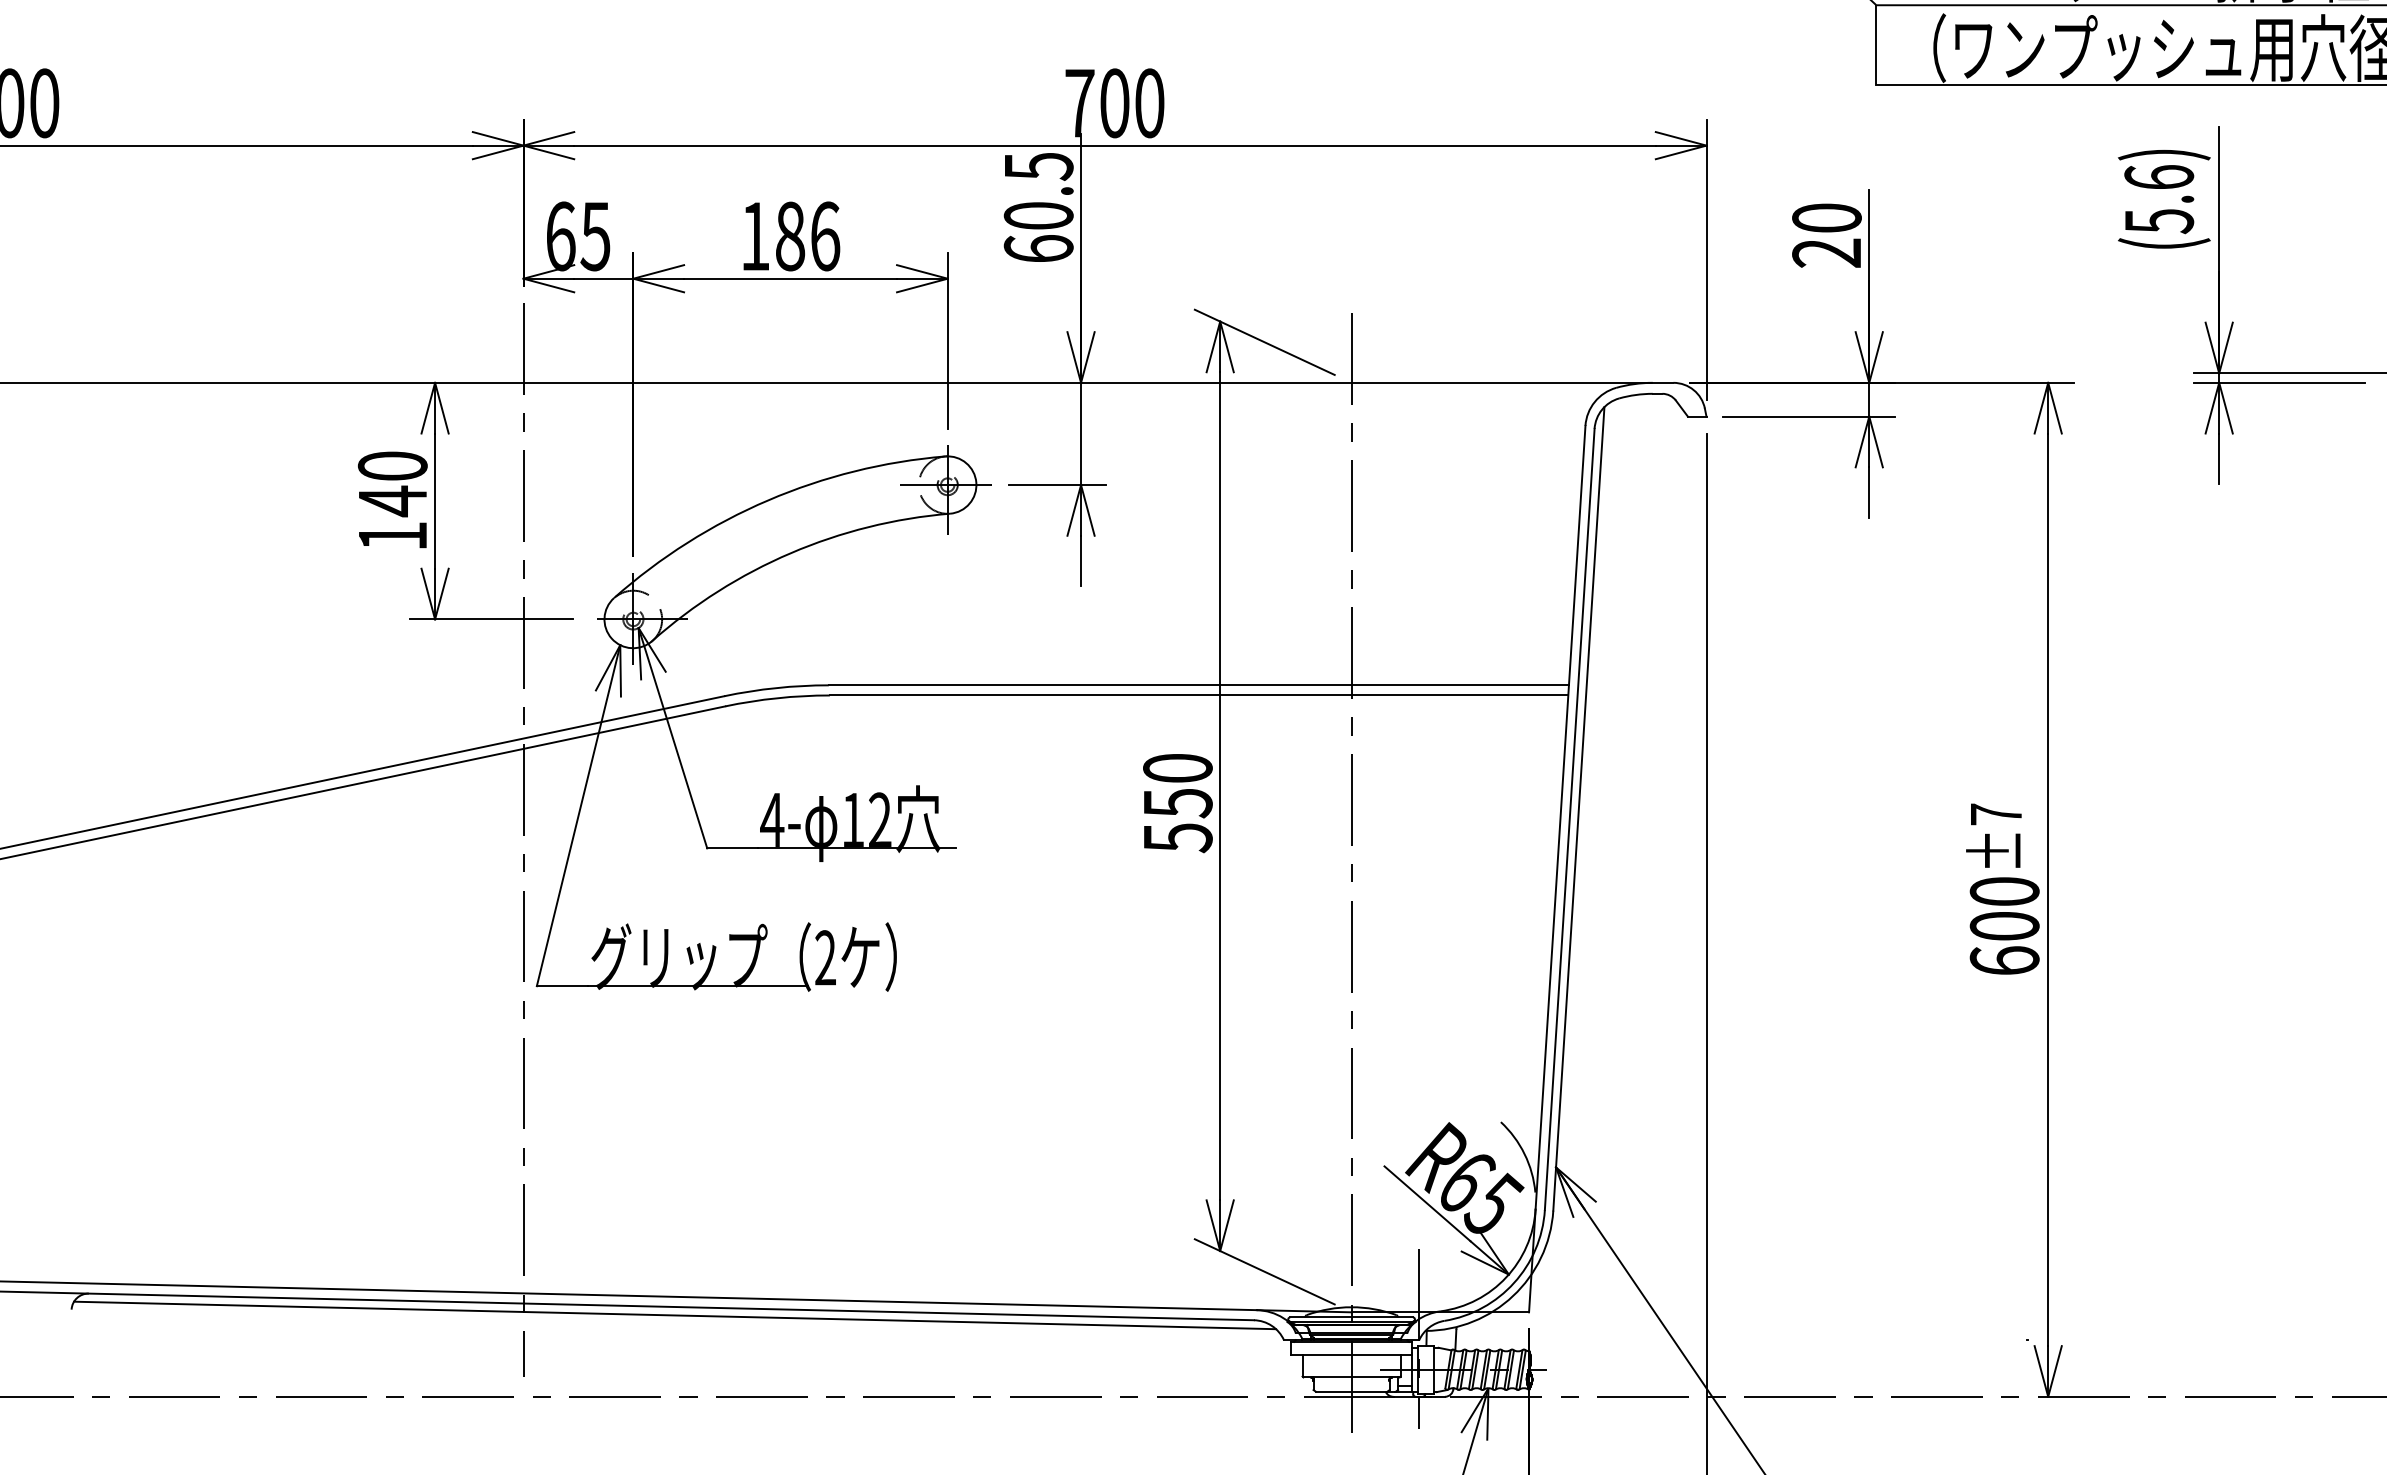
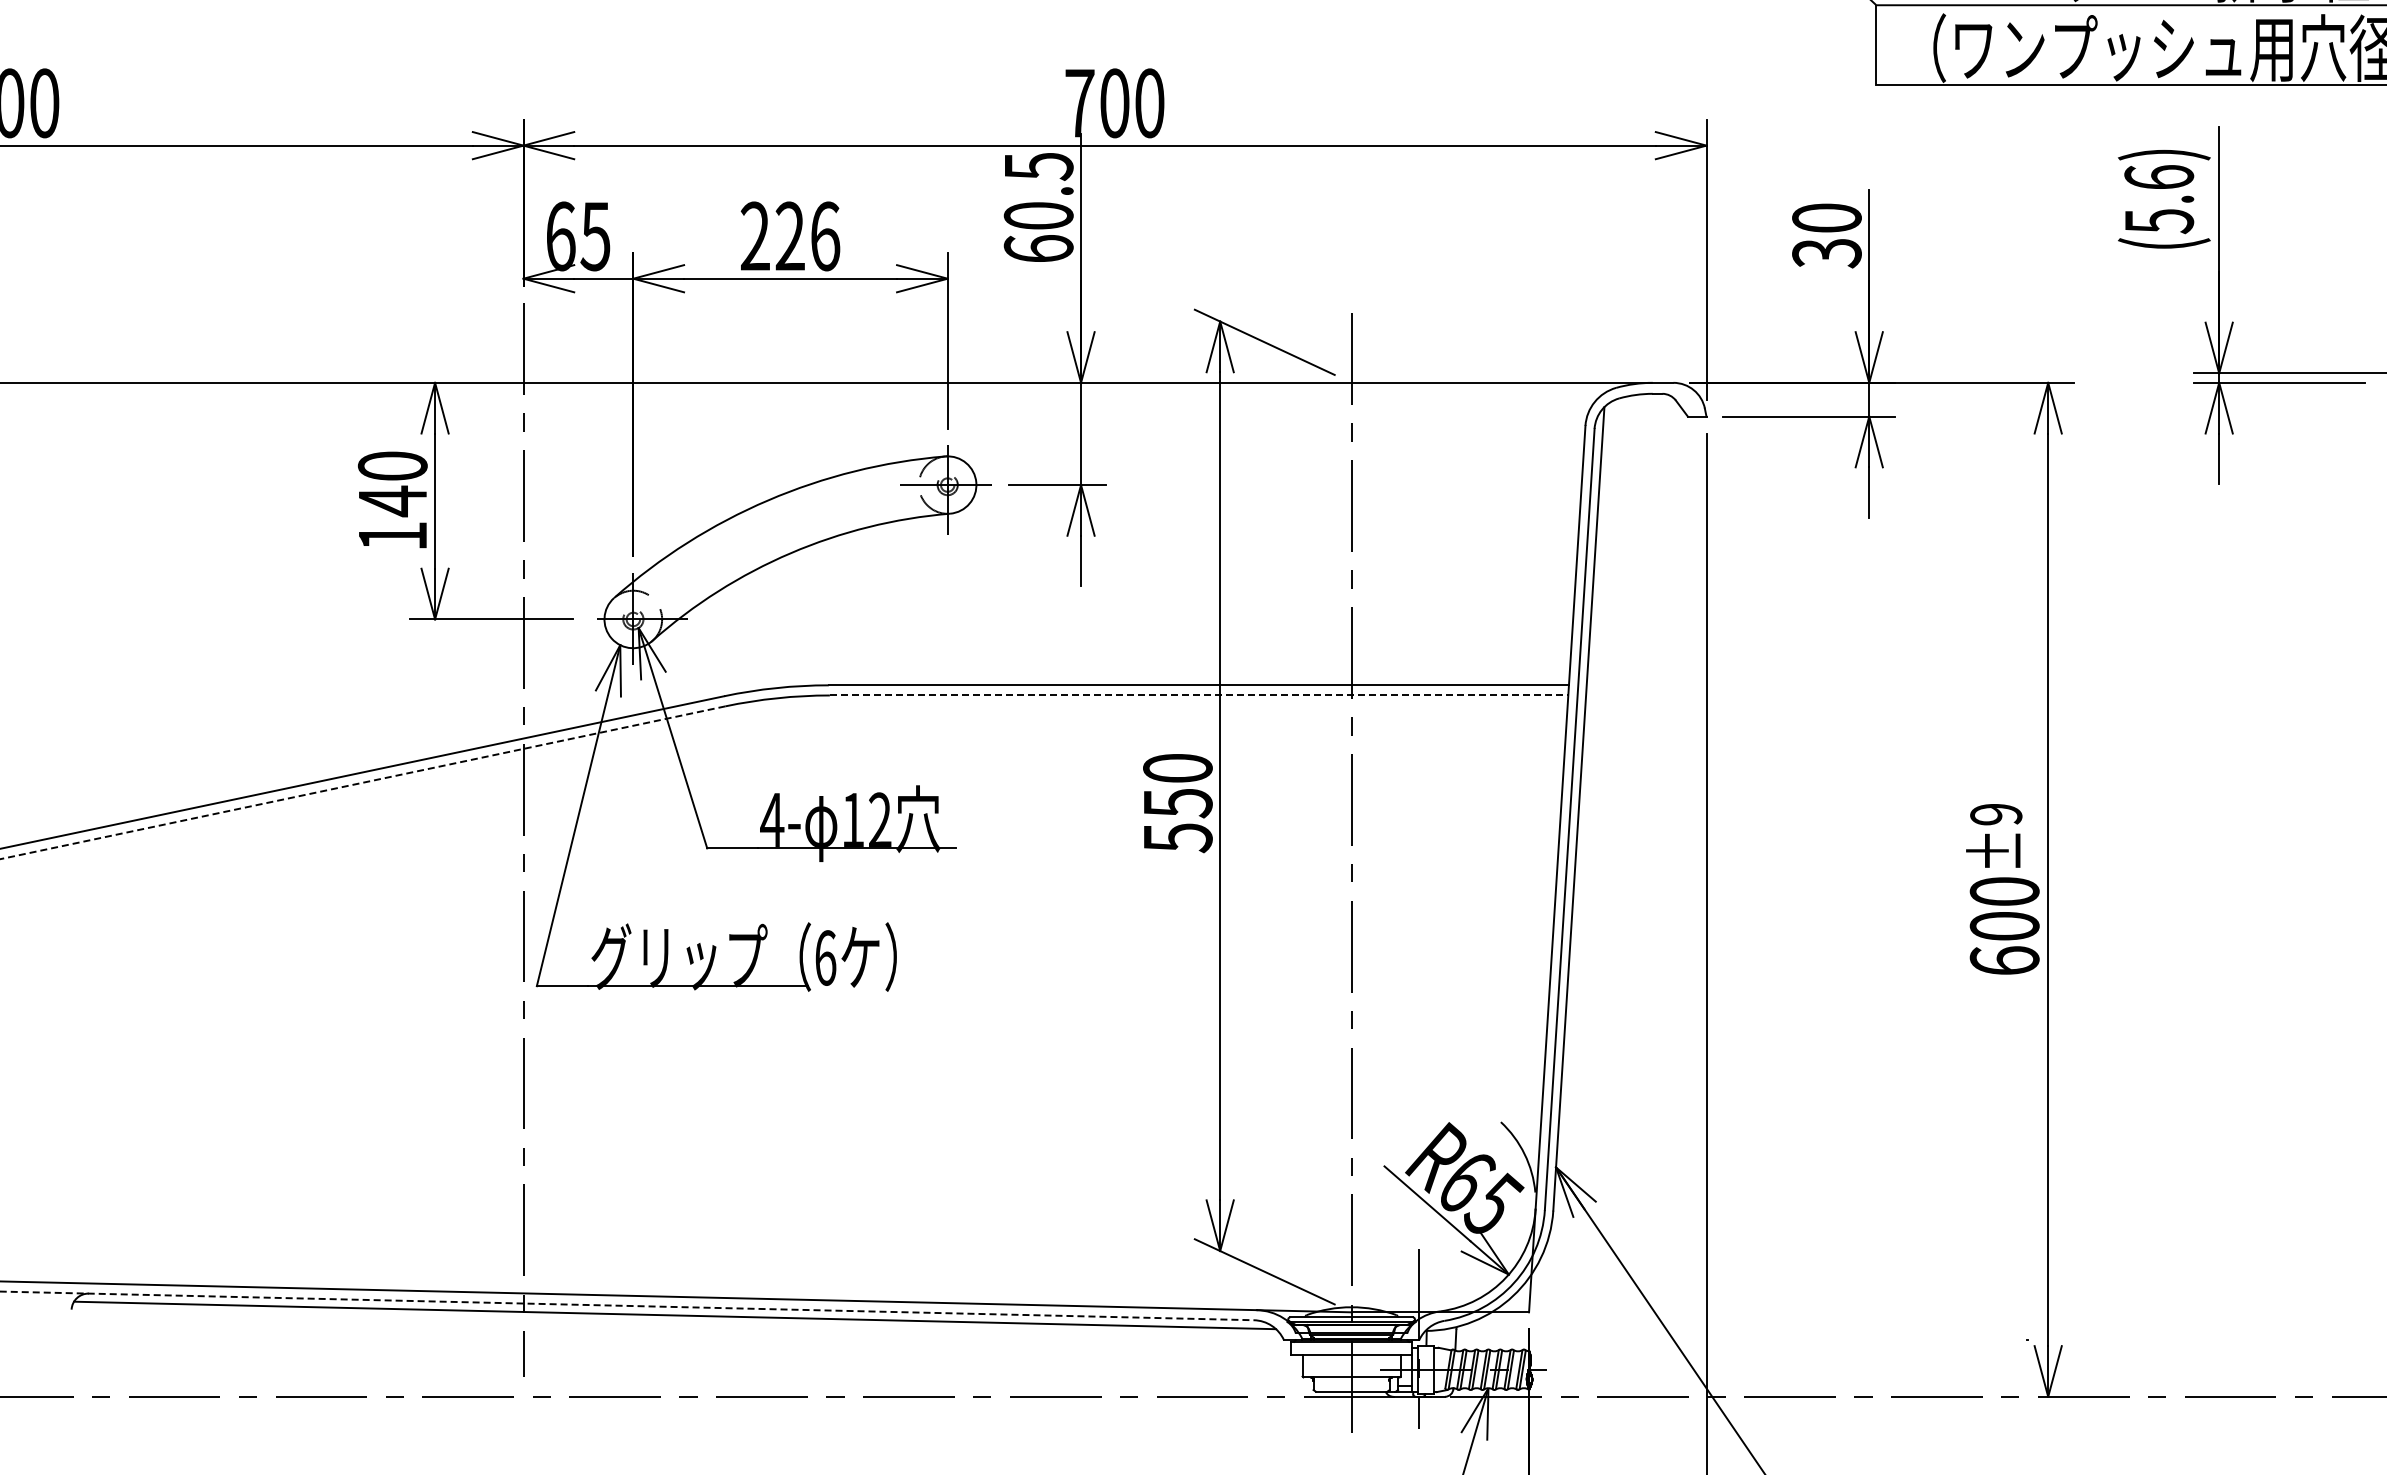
text at (772, 236): 186 -> 226
text at (1826, 253): 20 -> 30
line at (1199, 695): solid -> dashed
line at (362, 782): solid -> dashed
text at (1996, 814): ±7 -> ±9
text at (825, 957): 2 -> 6
line at (627, 1305): solid -> dashed
